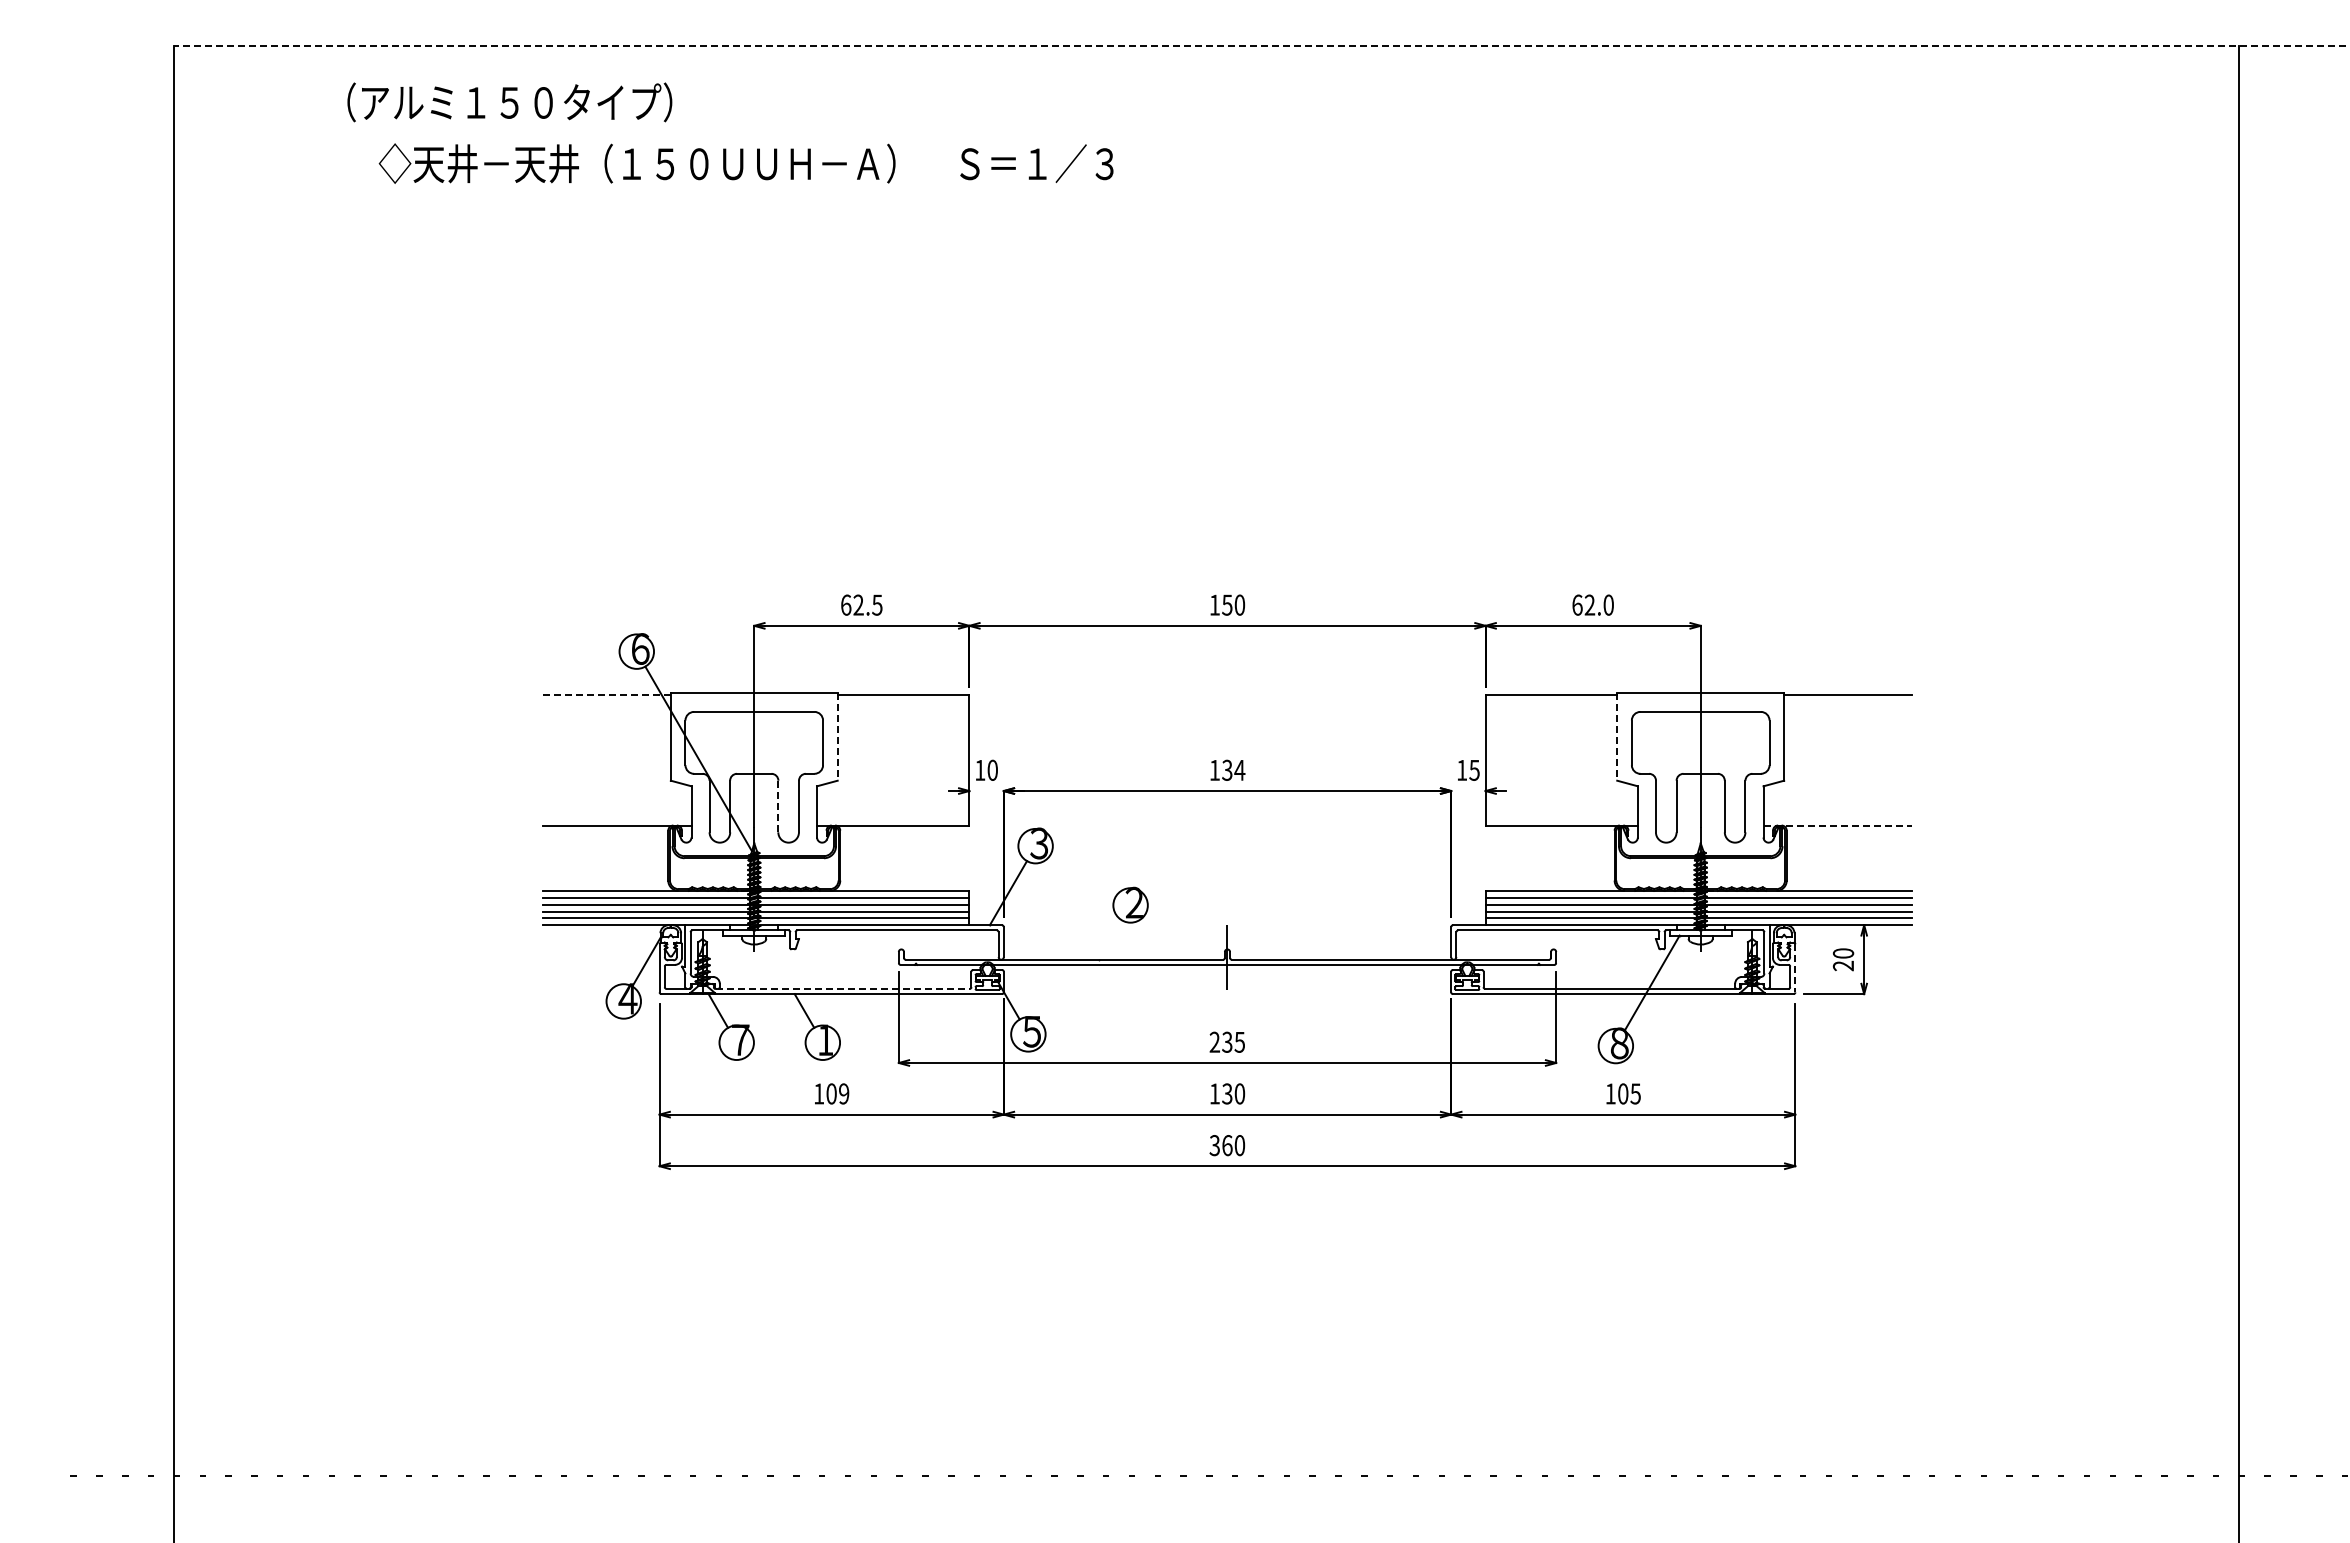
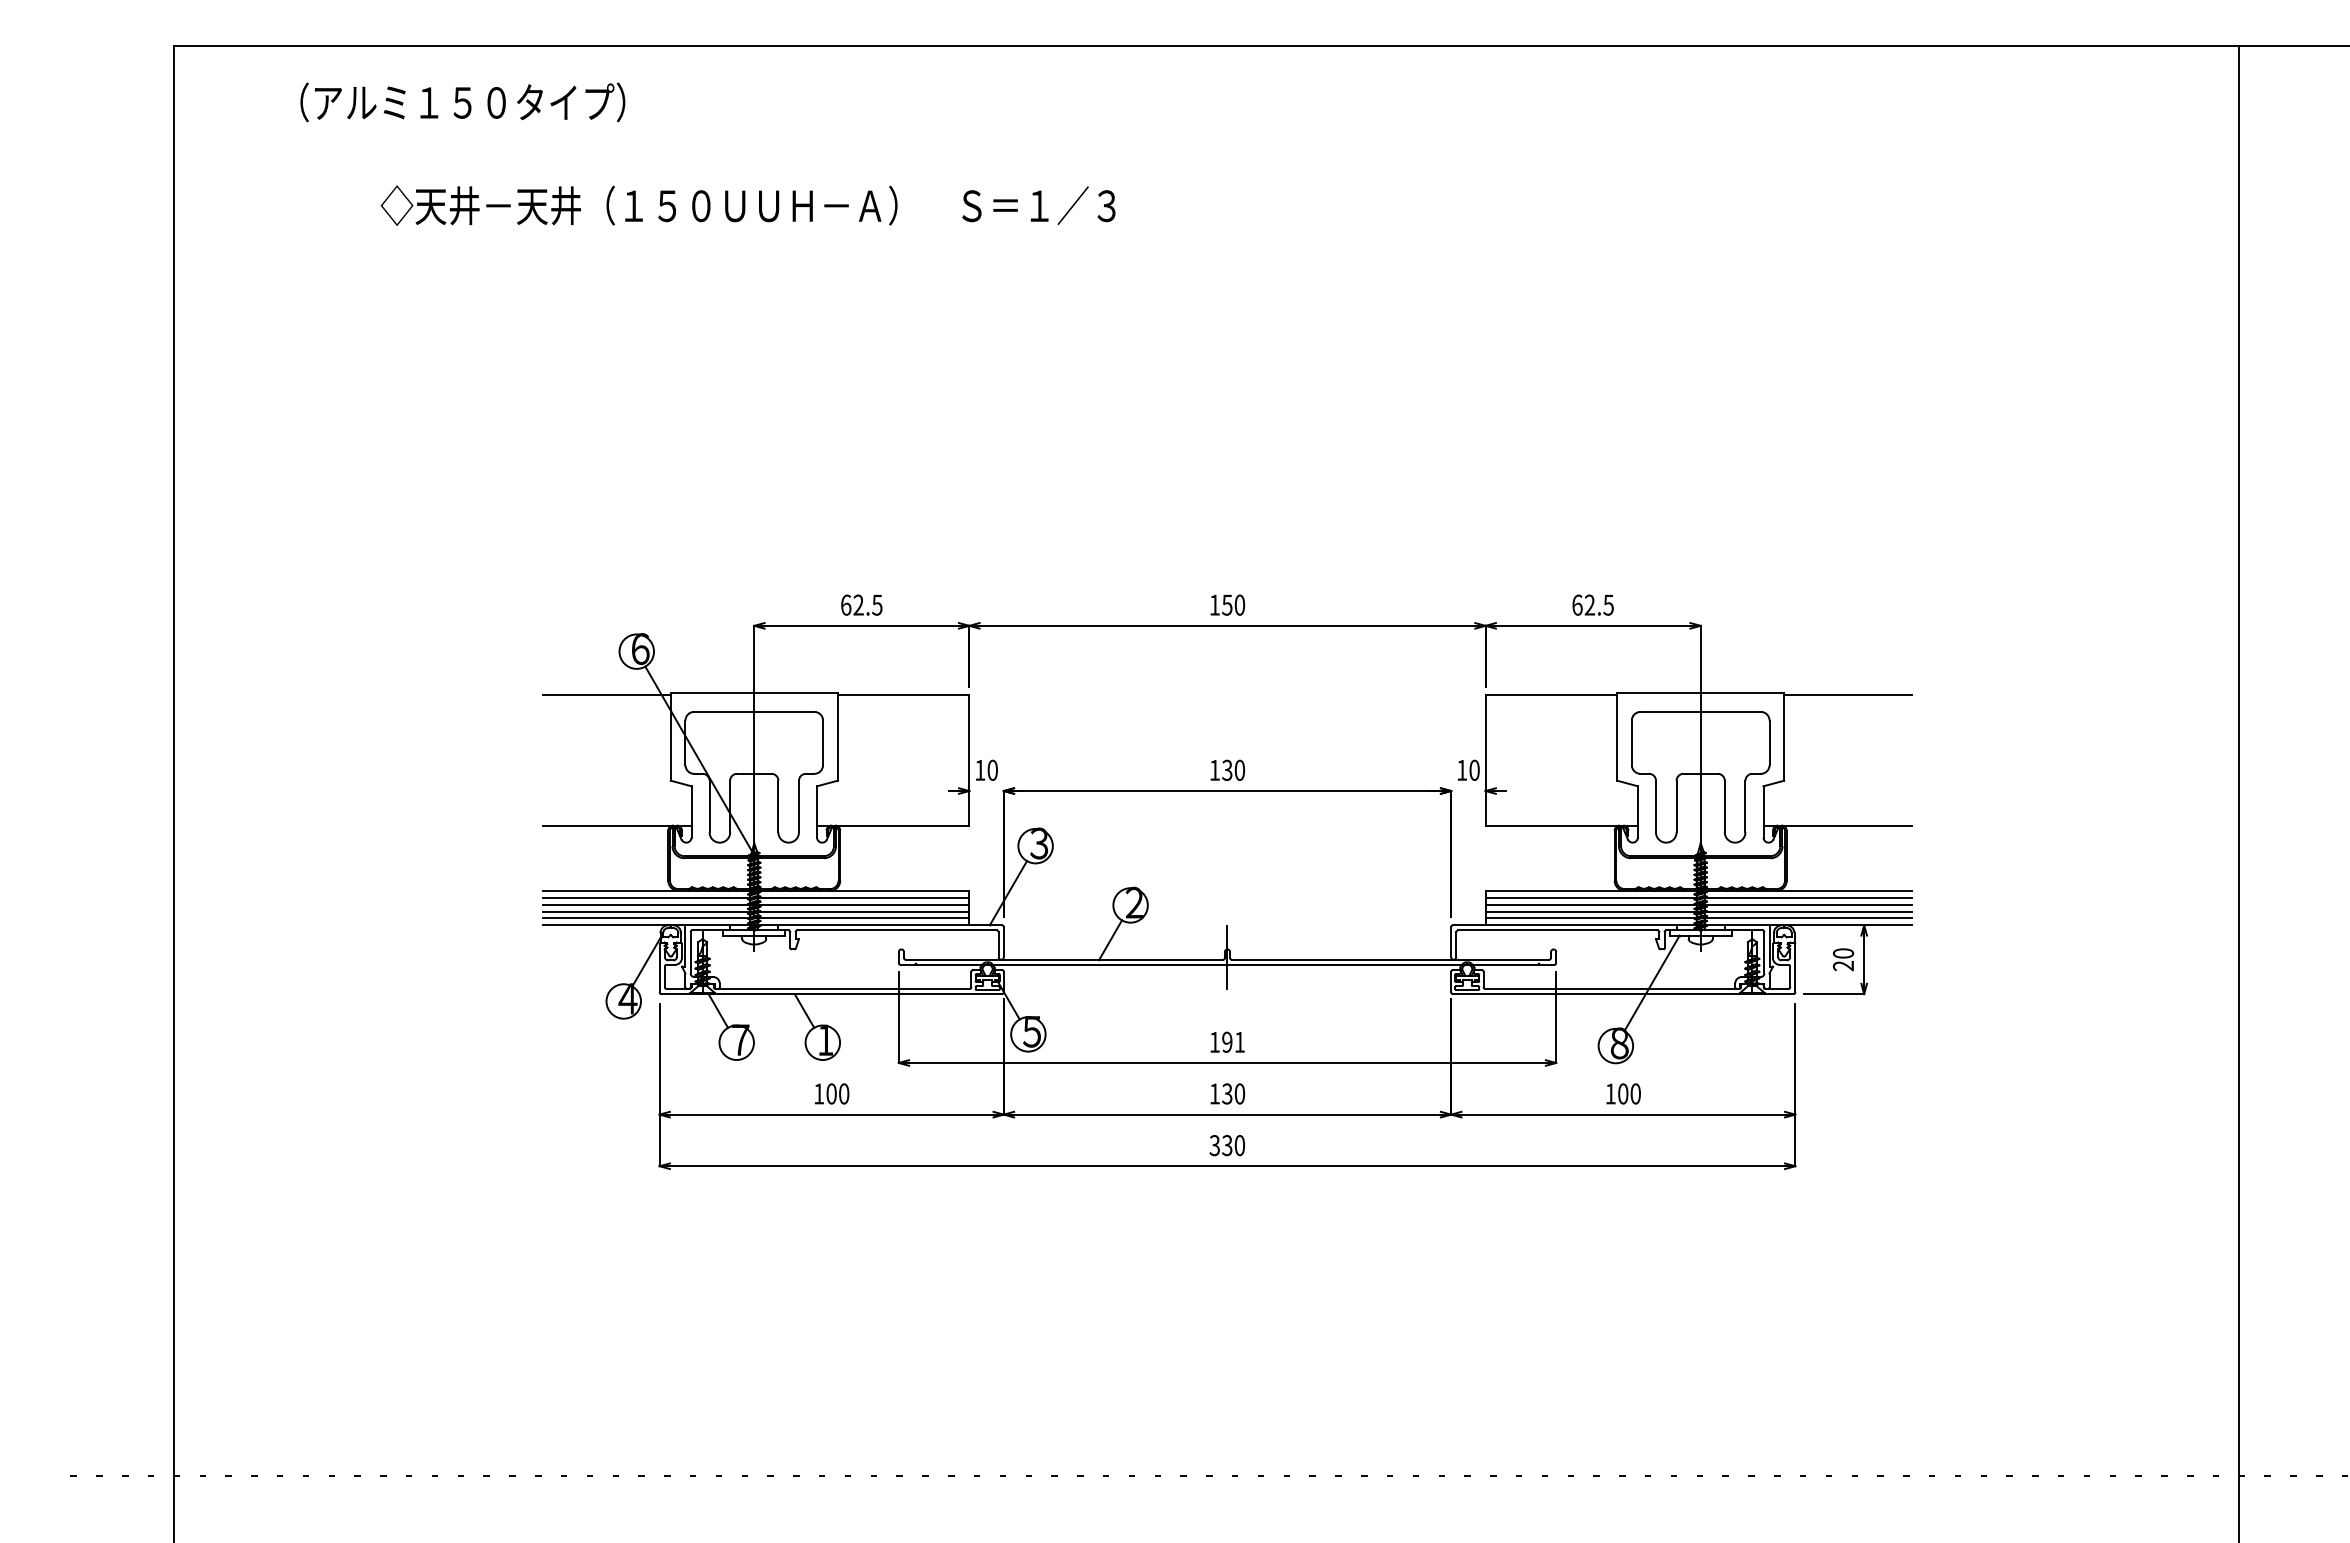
line at (1261, 46): dashed -> solid
text at (509, 102) position: (509, 102) -> (462, 102)
text at (745, 163) position: (745, 163) -> (747, 205)
text at (1608, 604): 62.0 -> 62.5
line at (606, 694): dashed -> solid
line at (837, 737): dashed -> solid
line at (1617, 737): dashed -> solid
text at (1239, 769): 134 -> 130
text at (1474, 769): 15 -> 10
line at (778, 806): dashed -> solid
line at (1838, 825): dashed -> solid
line at (1110, 939): none -> present
line at (1795, 968): dashed -> solid
line at (843, 988): dashed -> solid
text at (1226, 1041): 235 -> 191
text at (844, 1093): 109 -> 100
text at (1635, 1093): 105 -> 100
text at (1227, 1145): 360 -> 330
